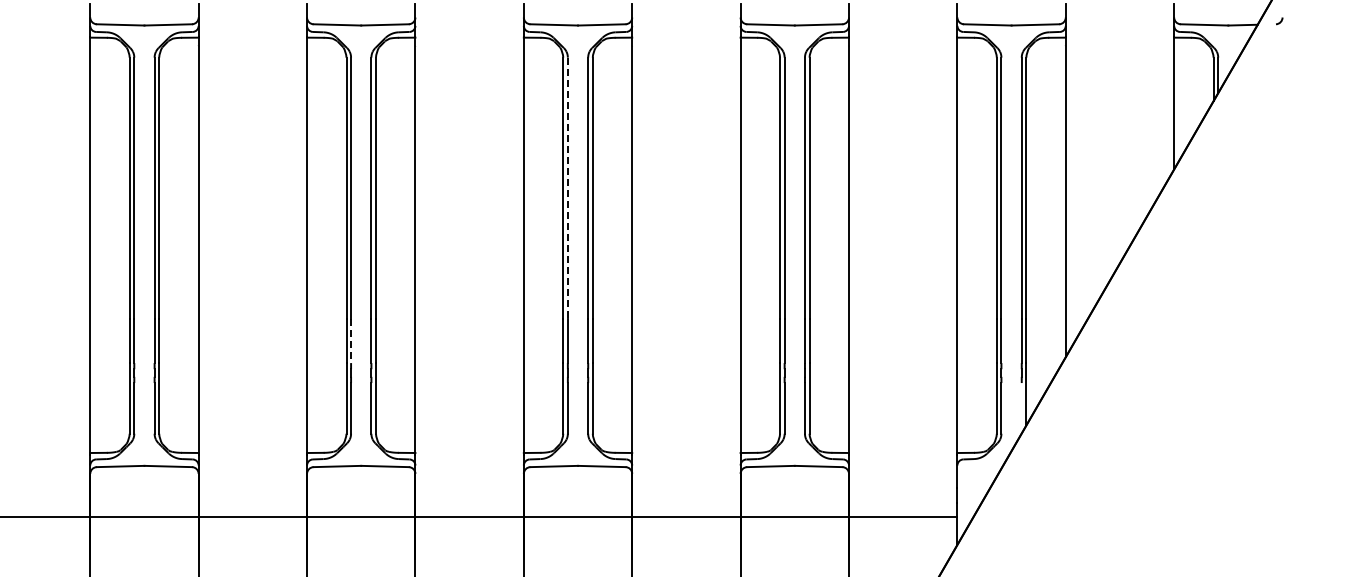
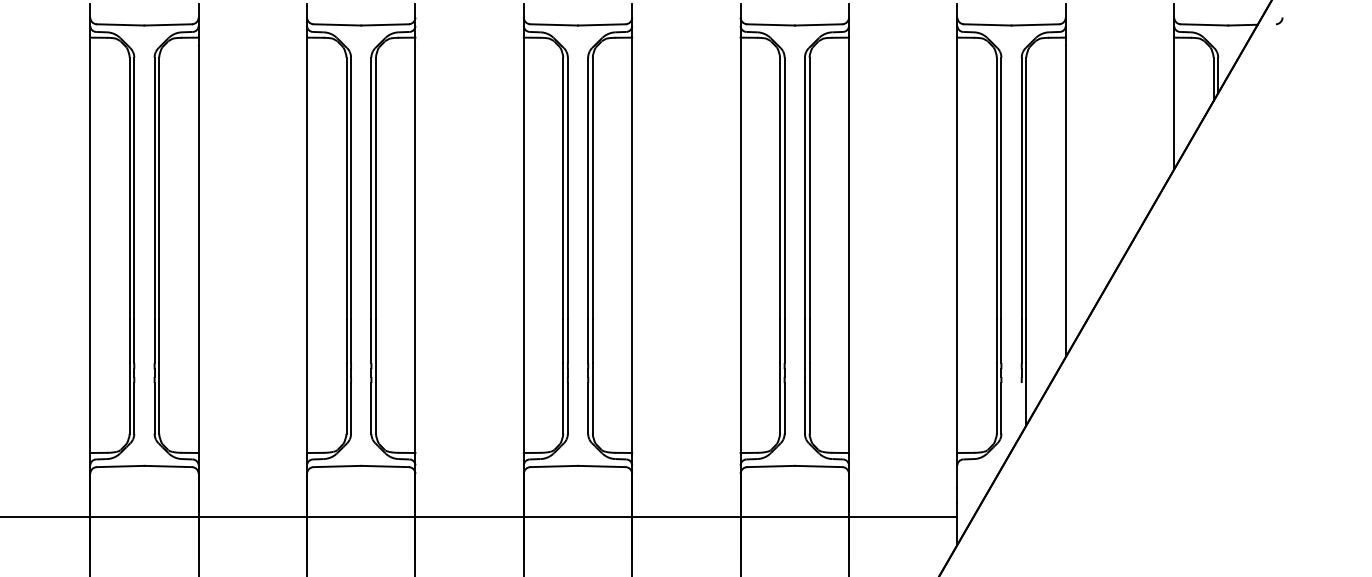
line at (567, 188): dashed -> solid
line at (351, 341): dashed -> solid
